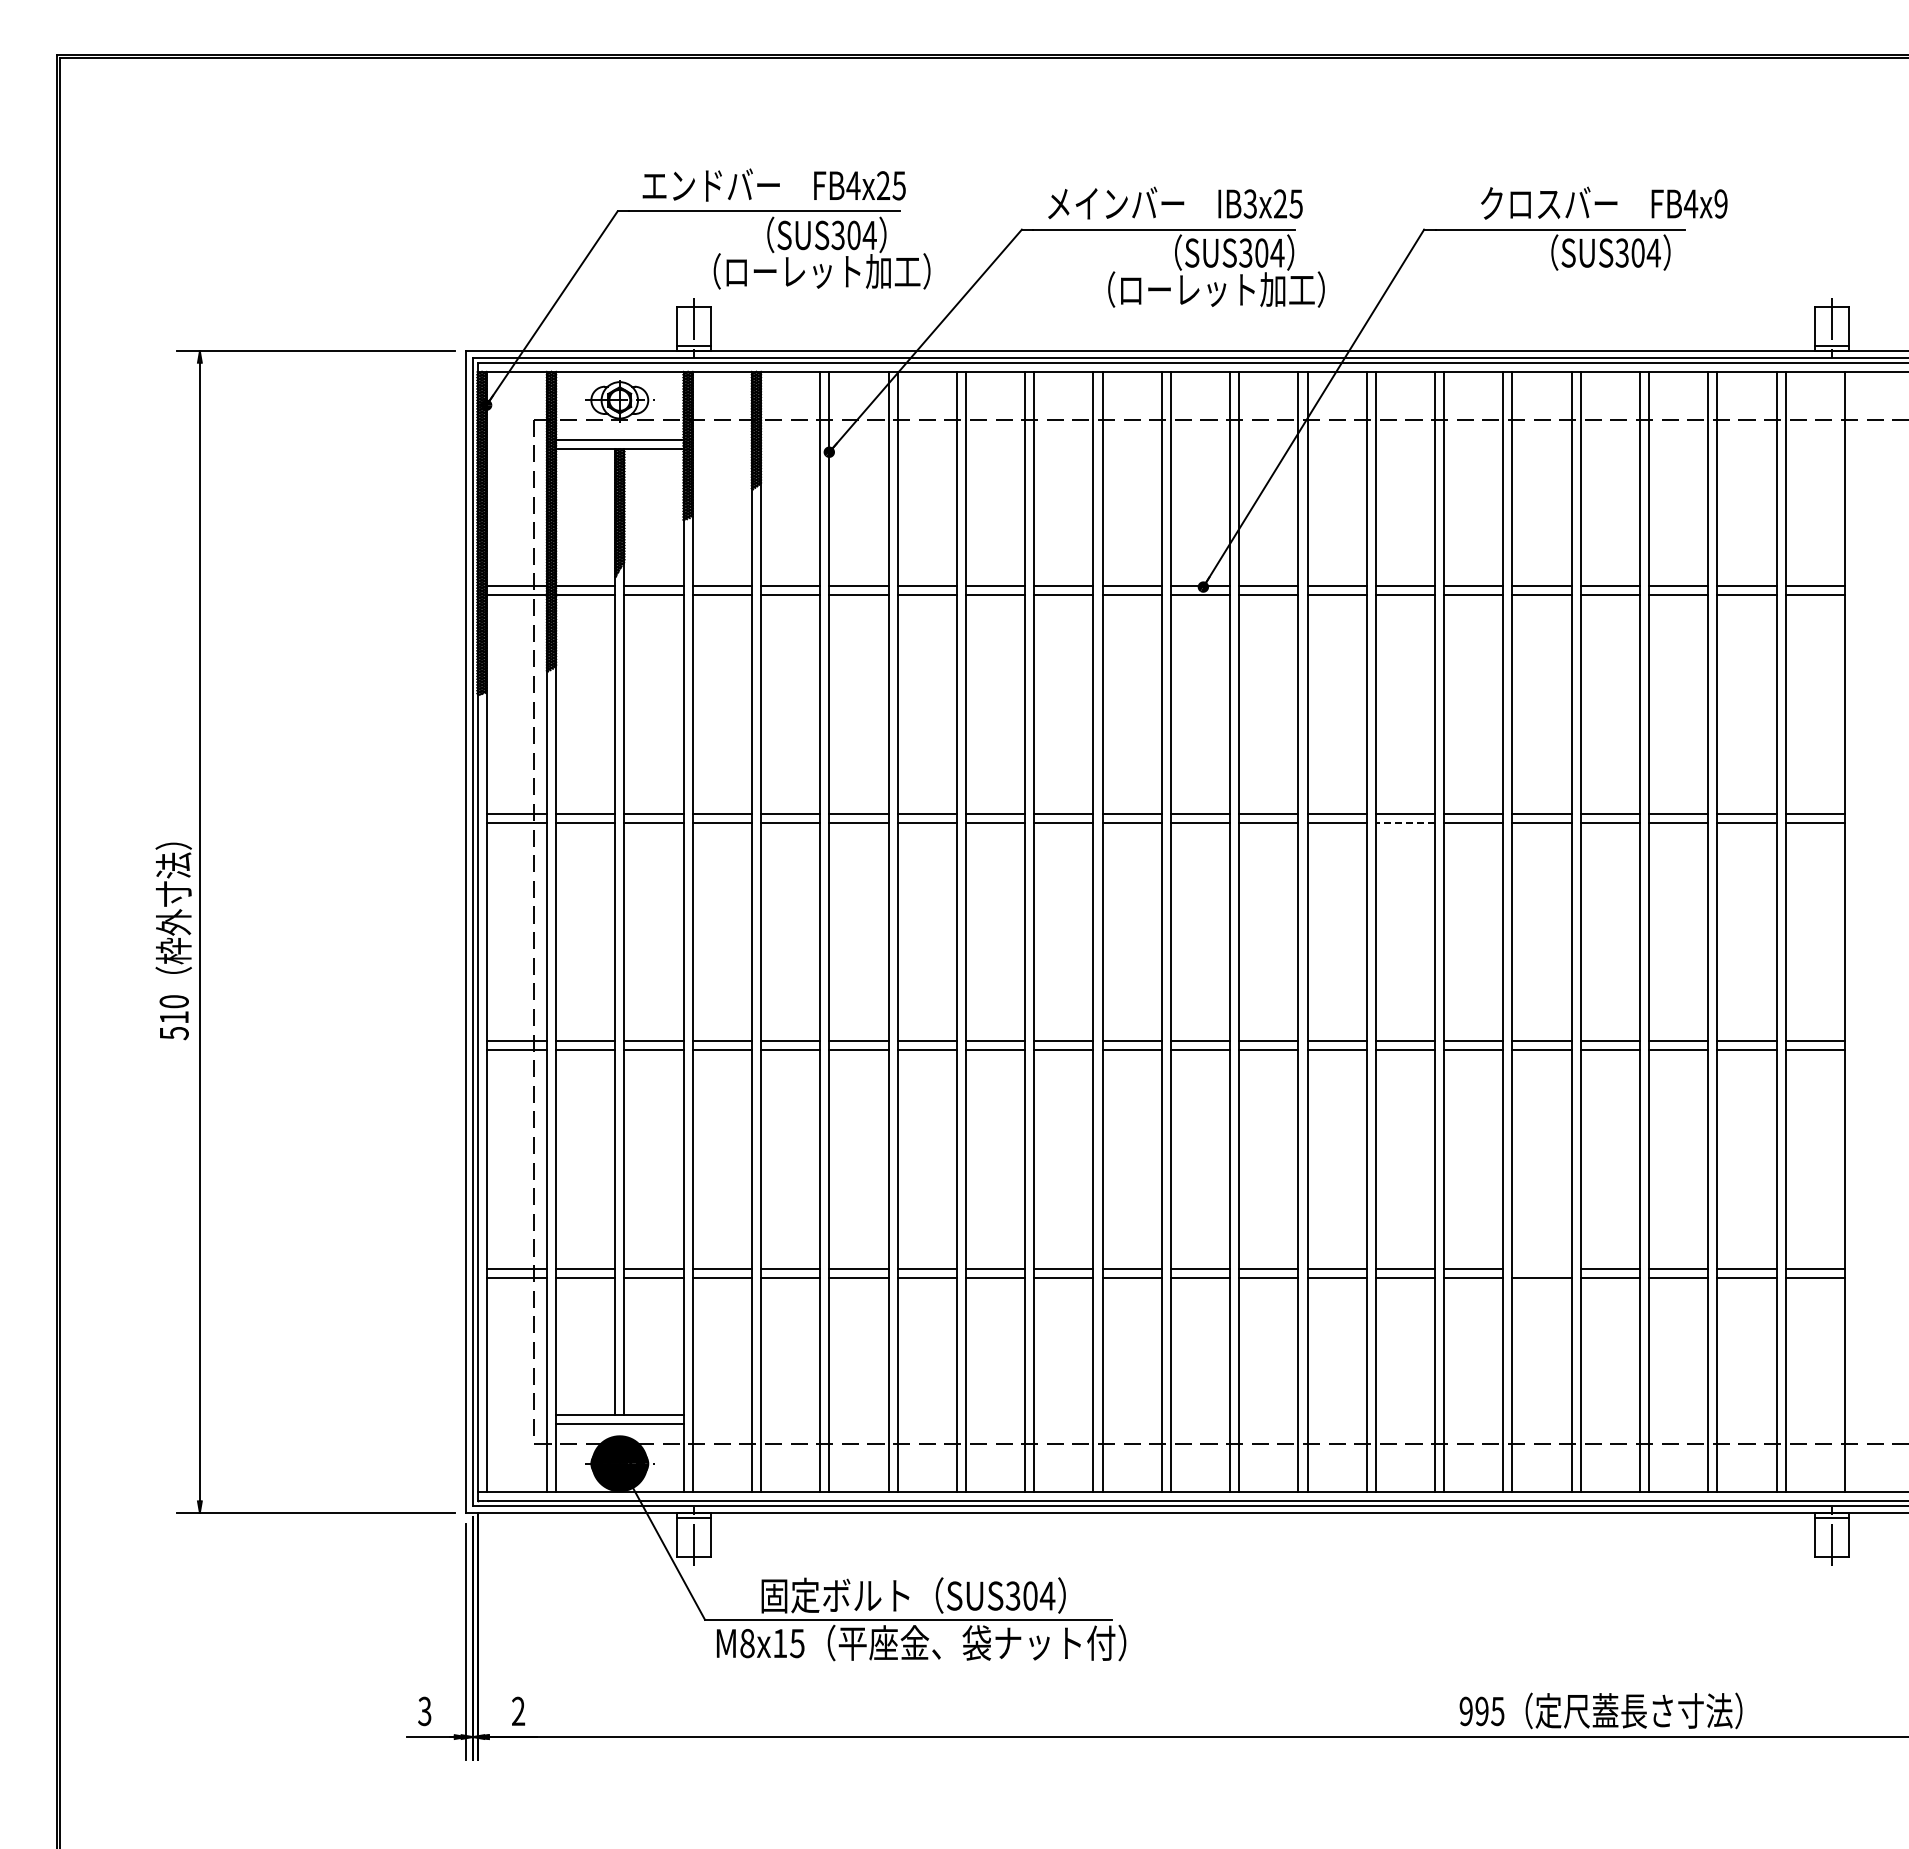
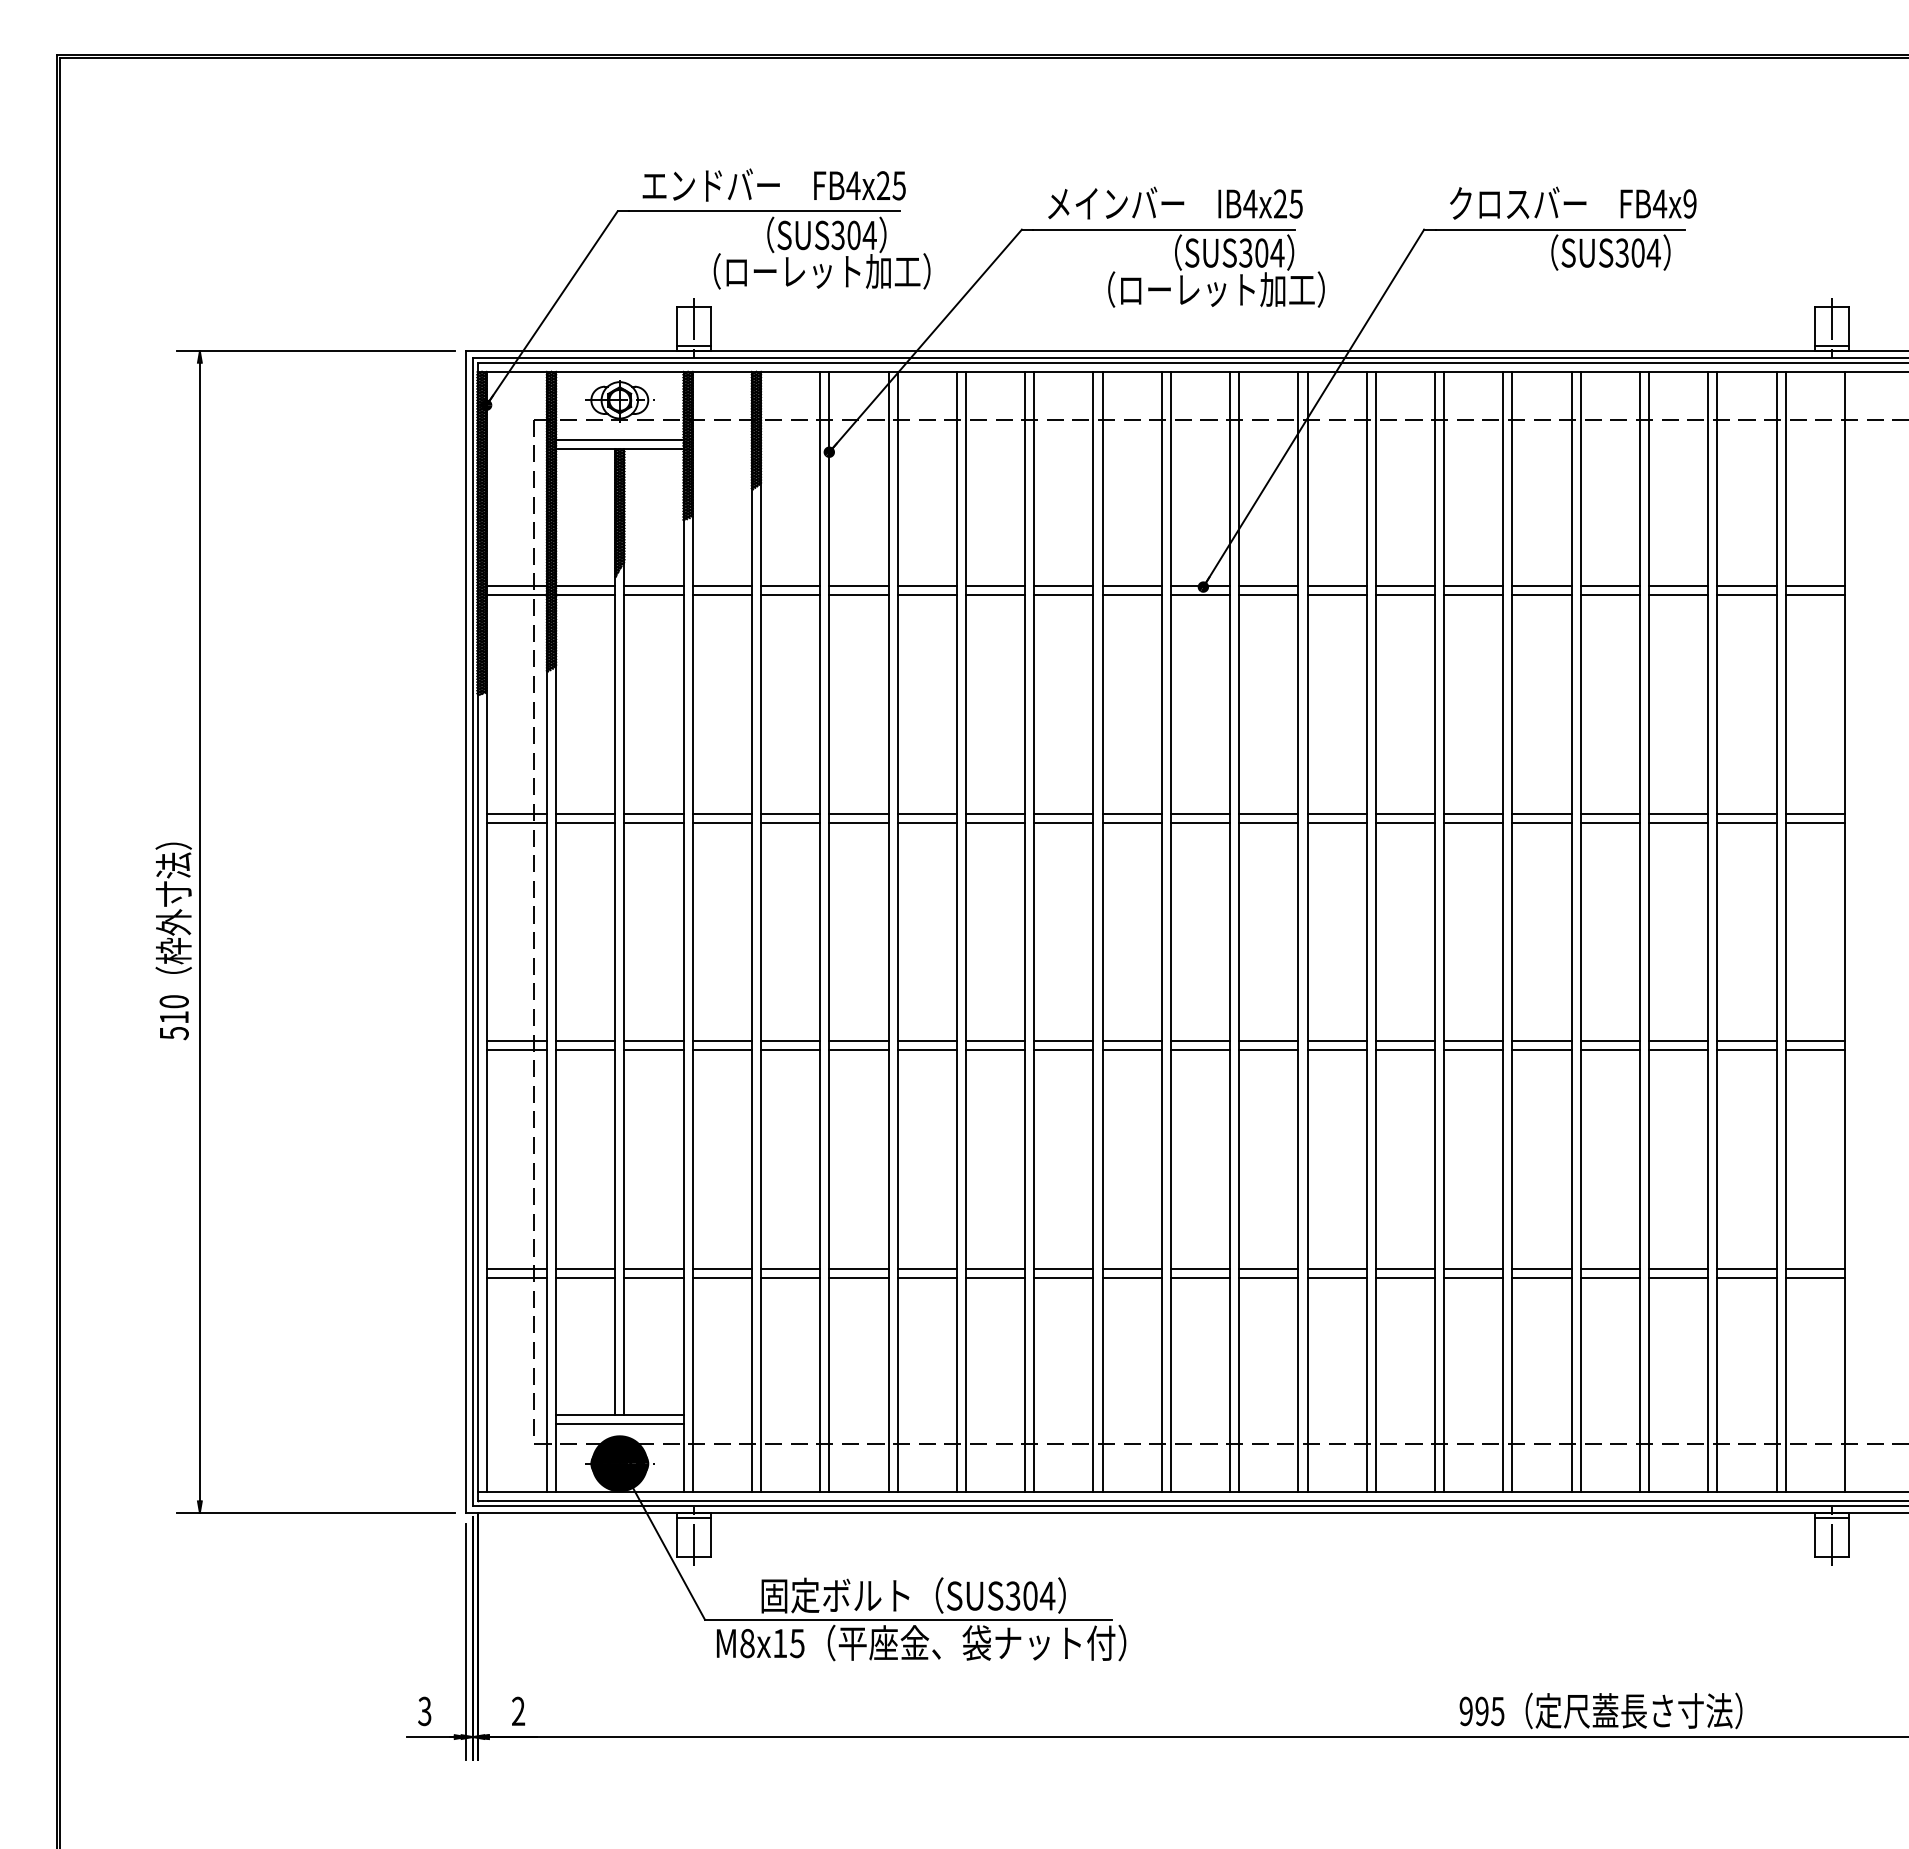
text at (1604, 202) position: (1604, 202) -> (1573, 202)
text at (1250, 203): IB3x25 -> IB4x25
line at (1405, 822): dashed -> solid
line at (1541, 1269): none -> present
